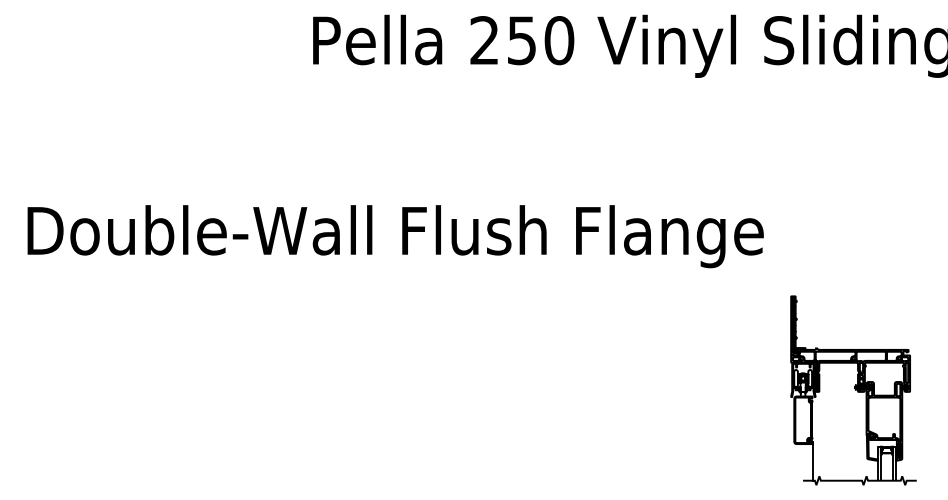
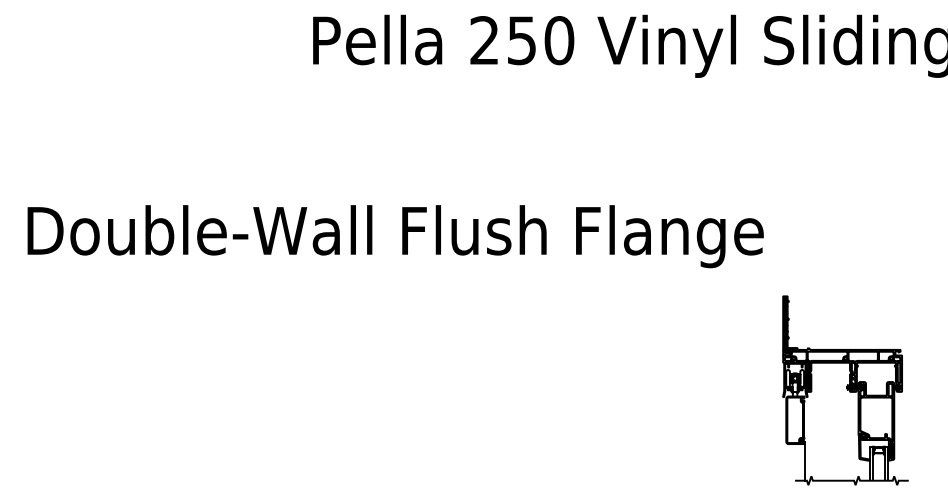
part at (853, 390) position: (853, 390) -> (845, 390)
